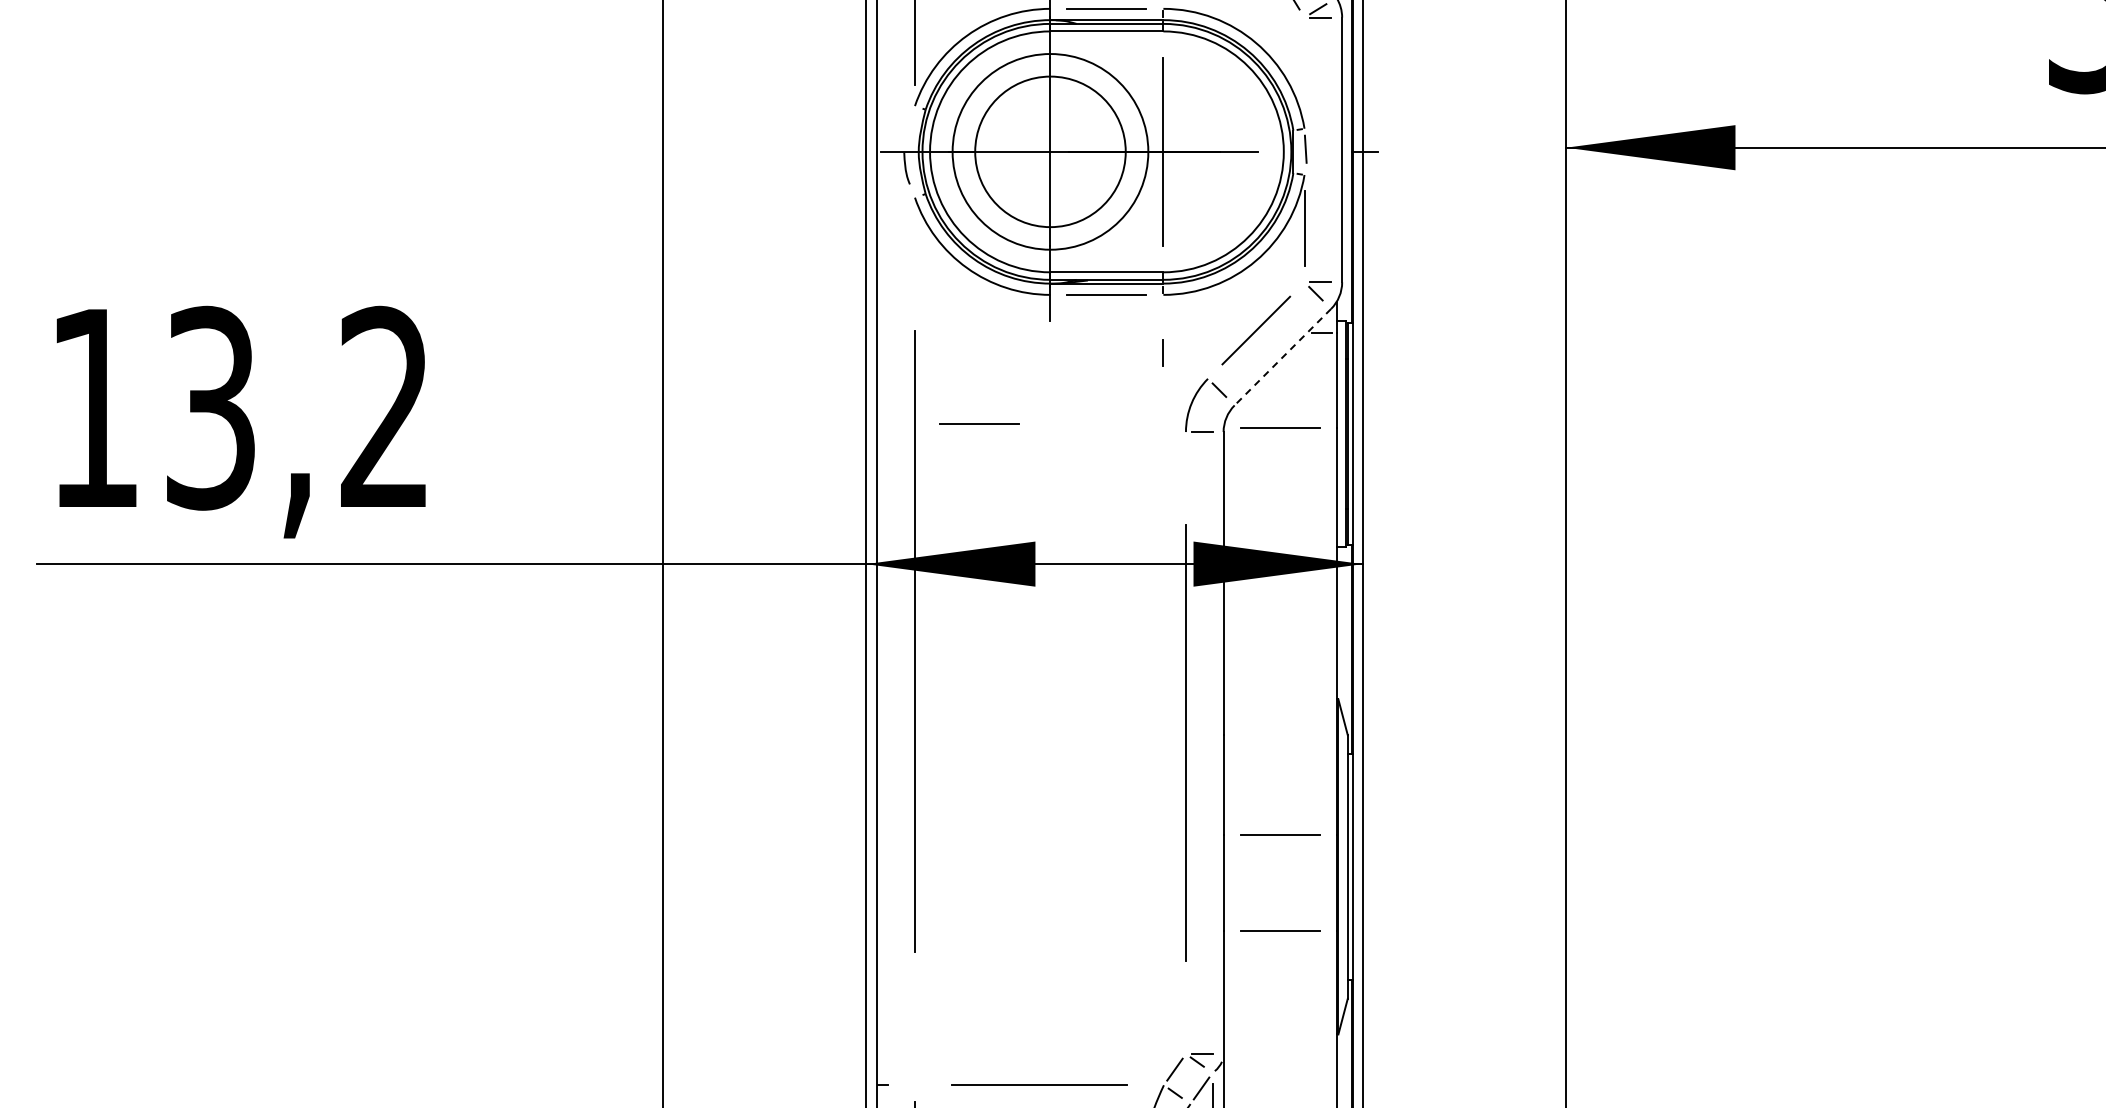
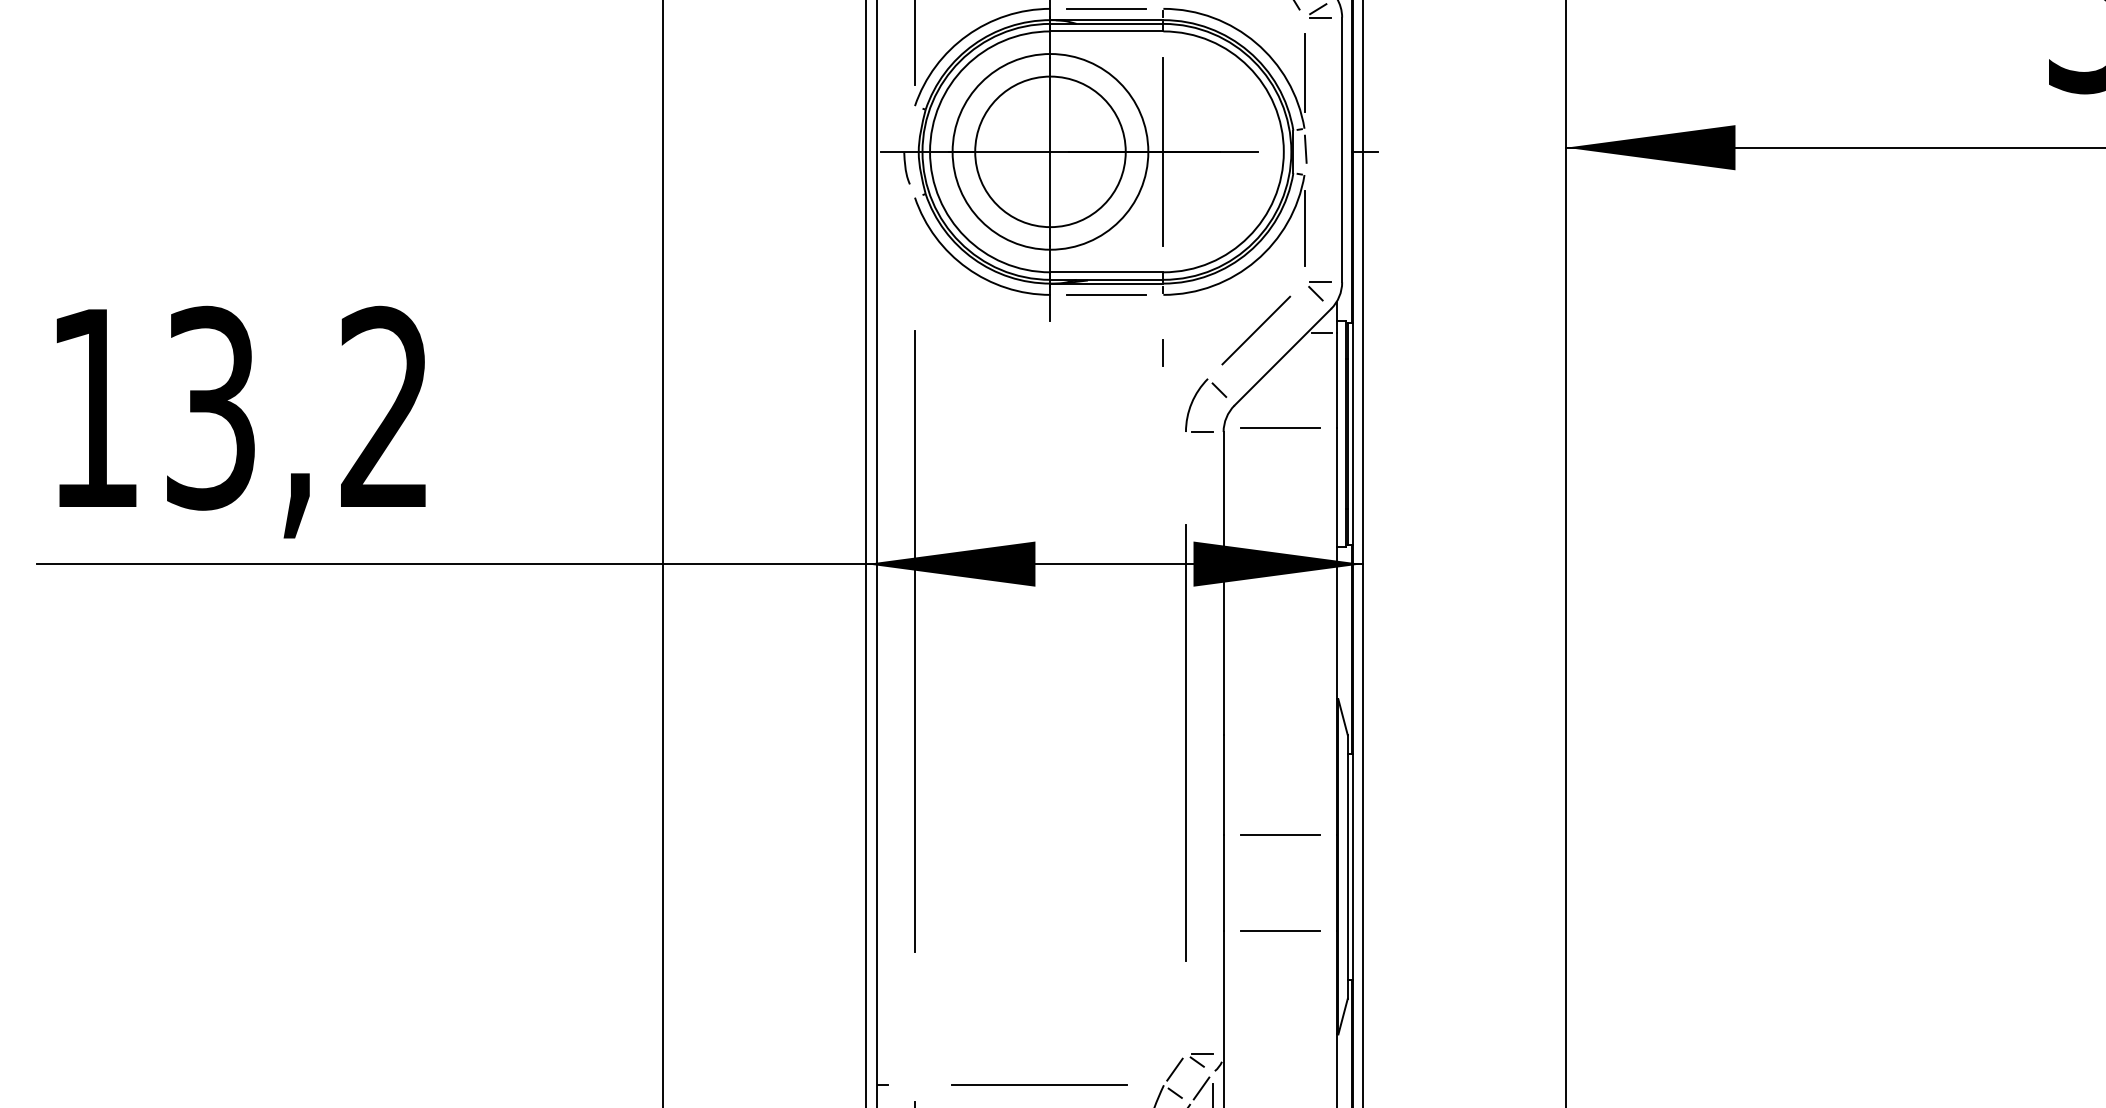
line at (1304, 73): none -> present
line at (1282, 357): dashed -> solid
line at (979, 423): present -> none
